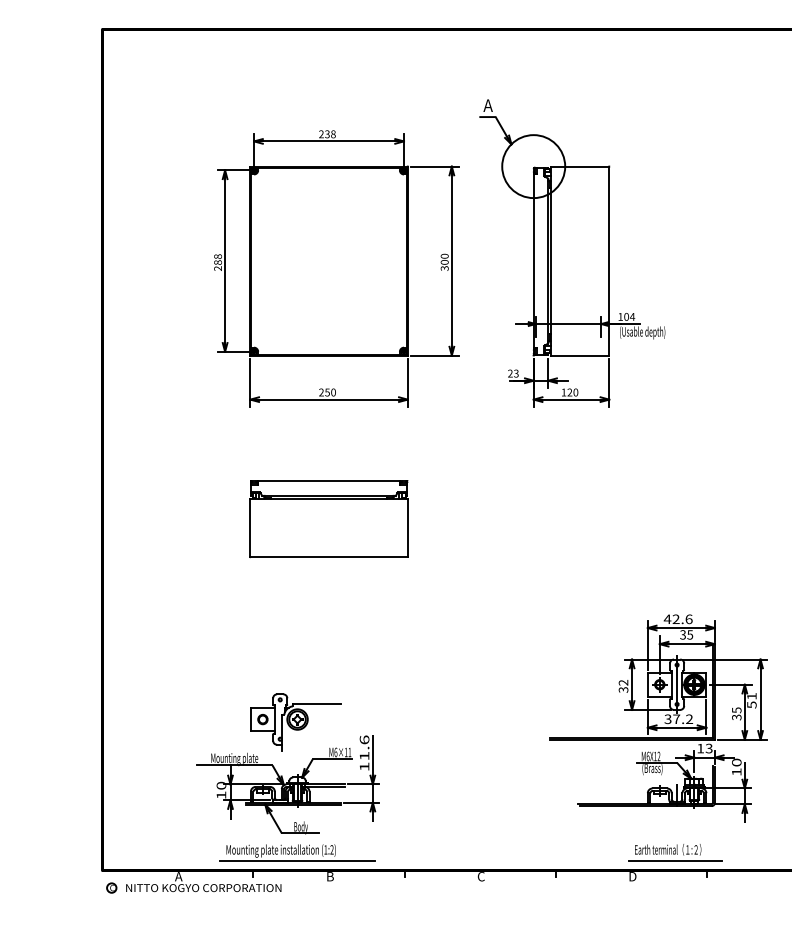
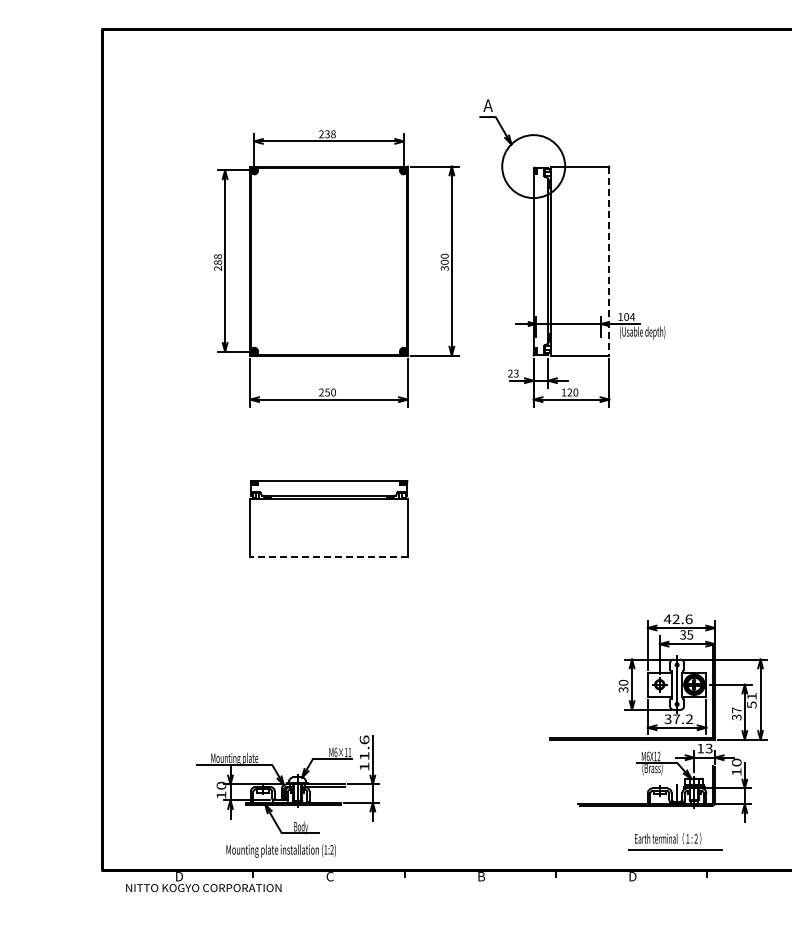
line at (609, 261): solid -> dashed
line at (329, 557): solid -> dashed
text at (623, 682): 32 -> 30
text at (736, 710): 35 -> 37
part at (295, 722): present -> none
part at (675, 852) position: (675, 852) -> (675, 841)
line at (297, 860): present -> none
text at (178, 876): A -> D
text at (329, 876): B -> C
text at (481, 876): C -> B
part at (111, 887): present -> none
